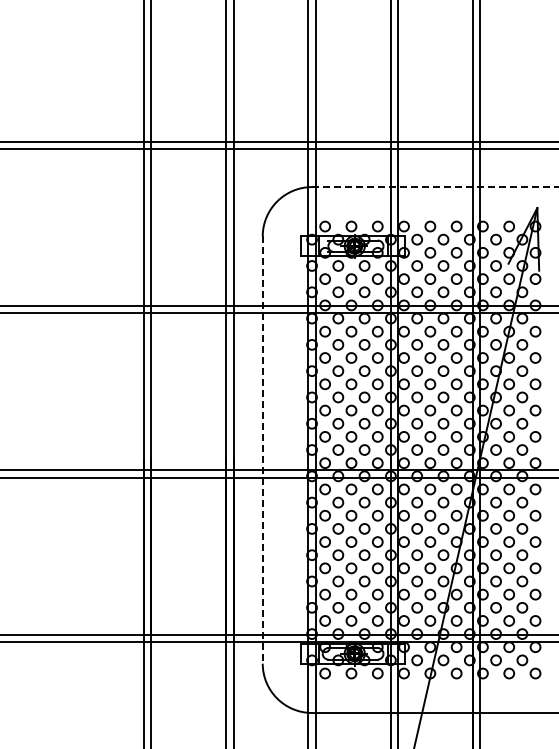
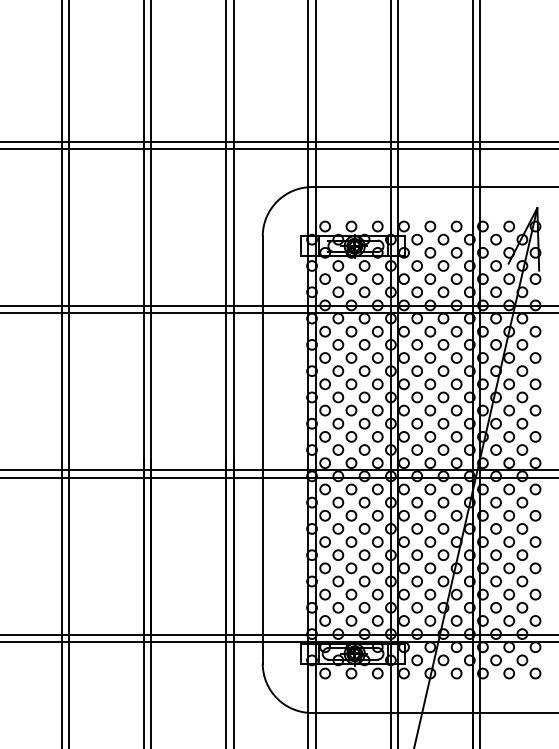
line at (435, 187): dashed -> solid
line at (61, 373): none -> present
line at (69, 373): none -> present
line at (262, 450): dashed -> solid
